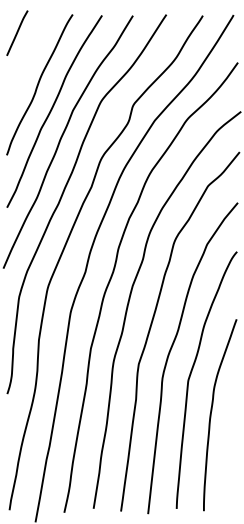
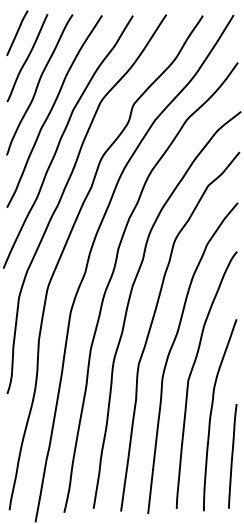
curve at (27, 58): none -> present
line at (232, 456): none -> present
